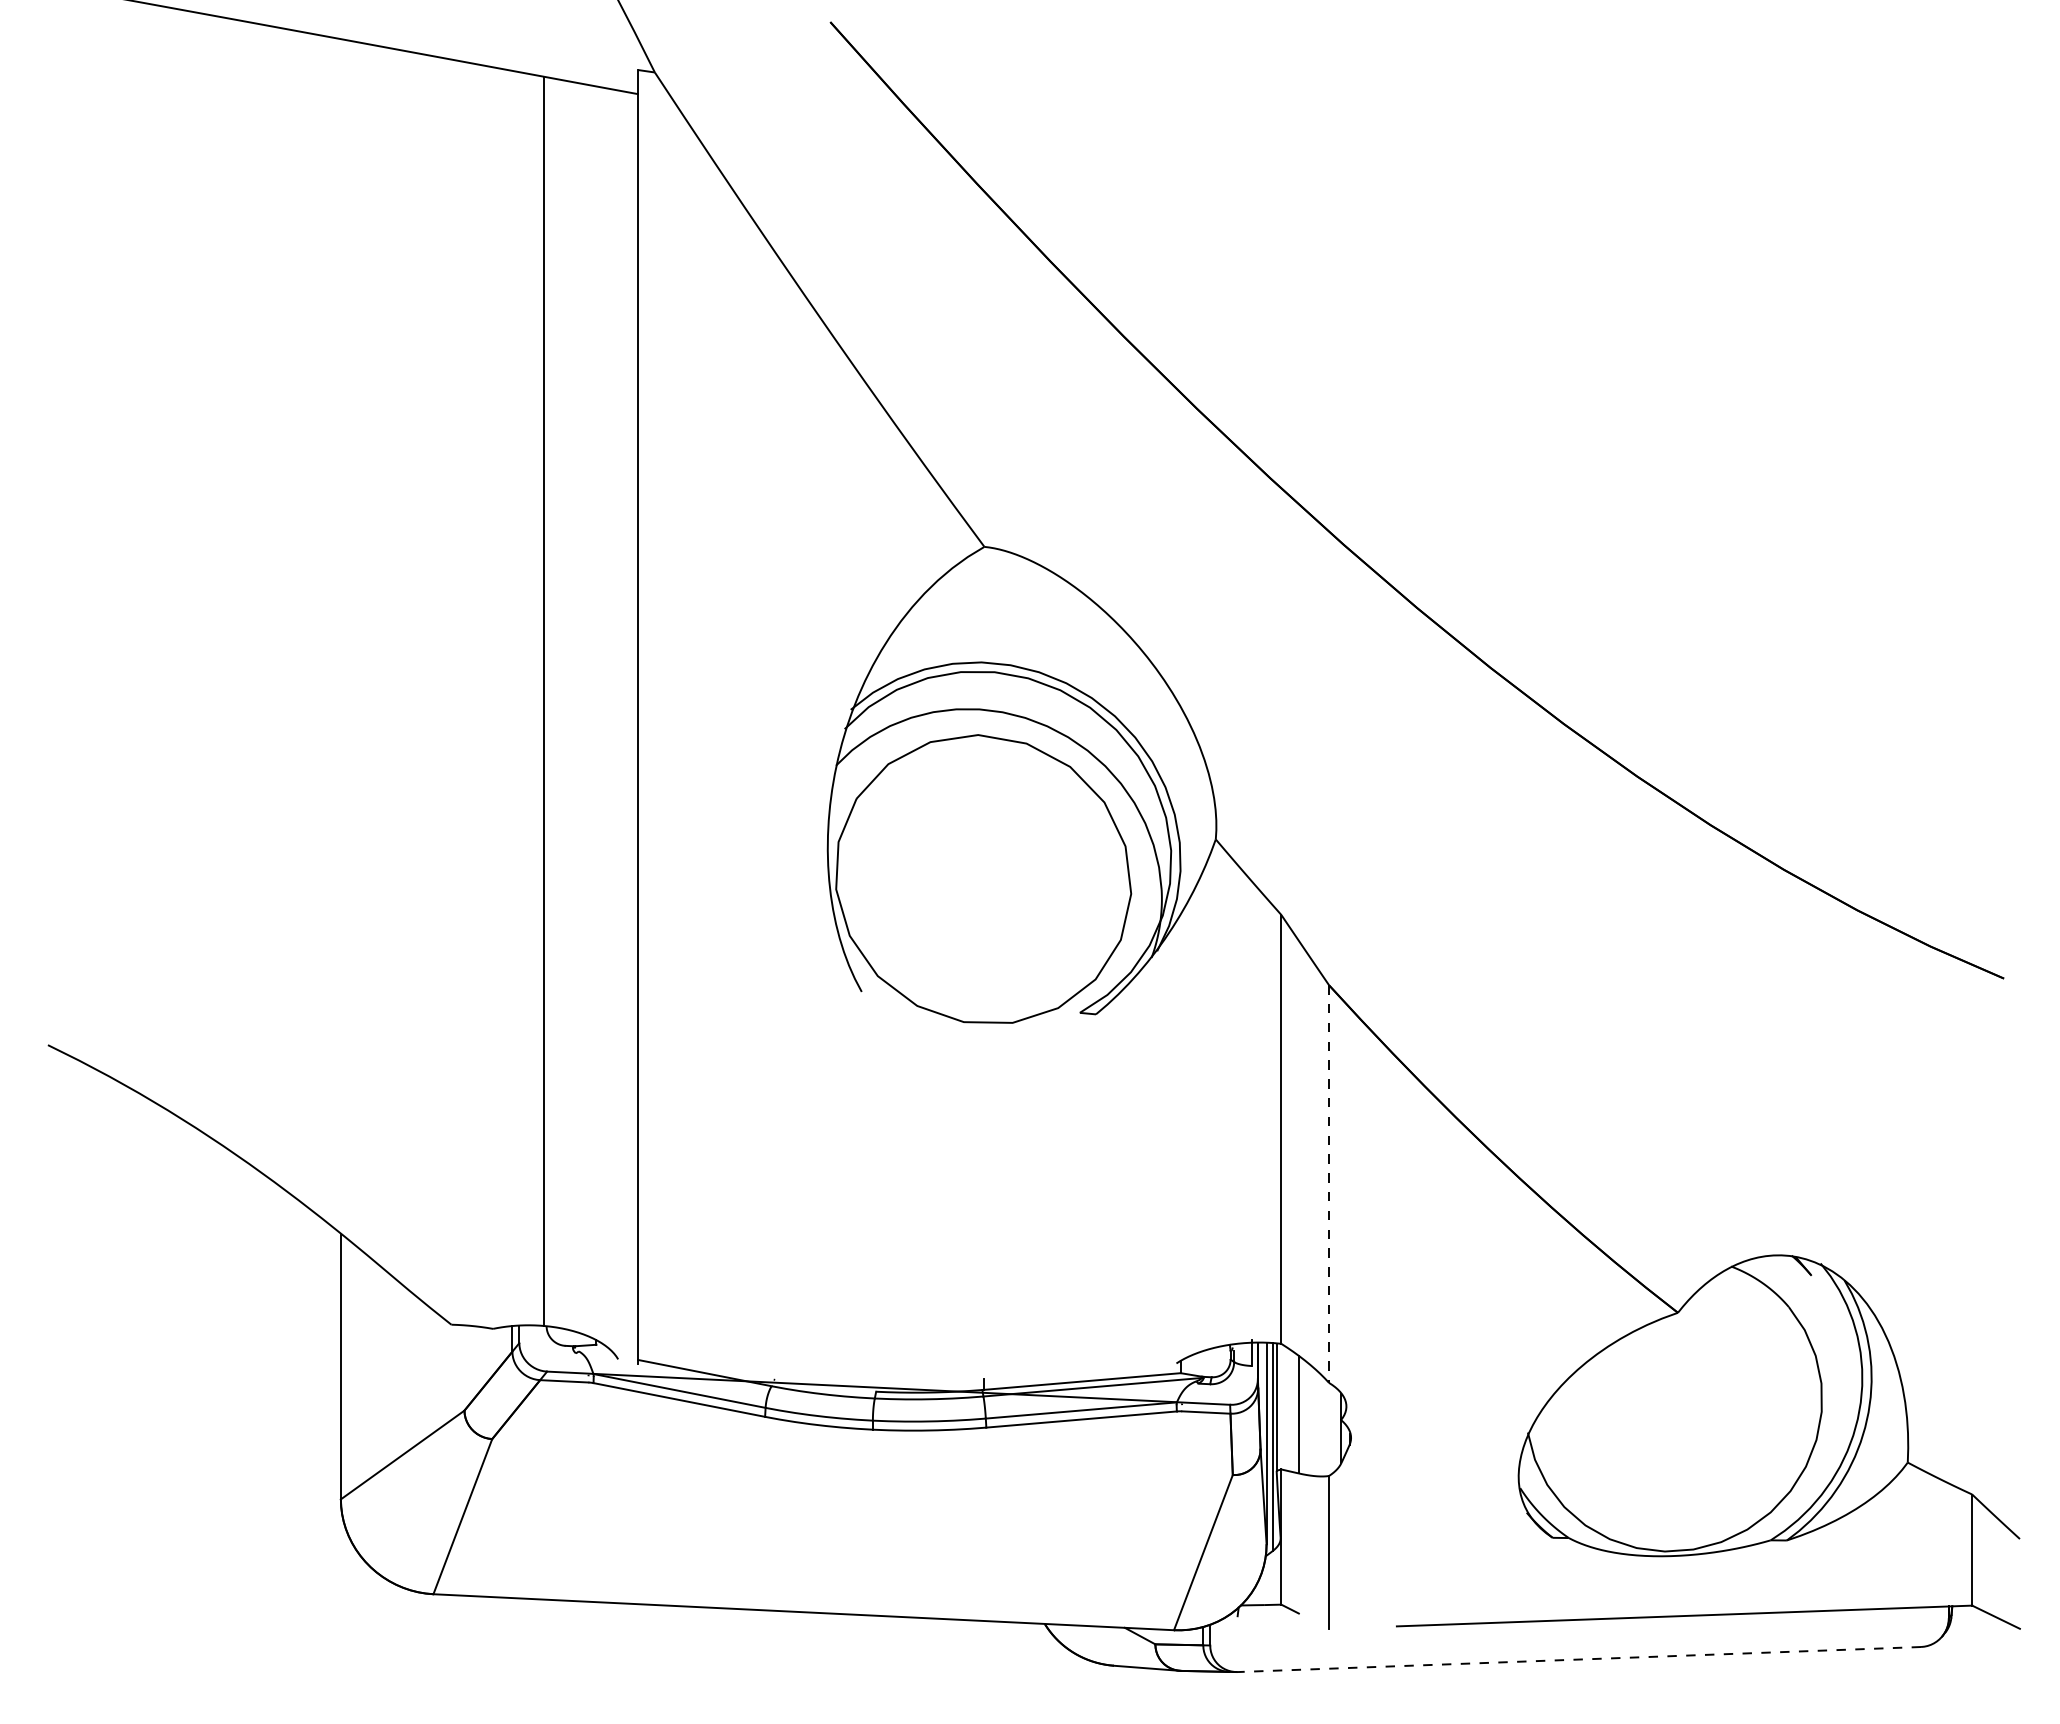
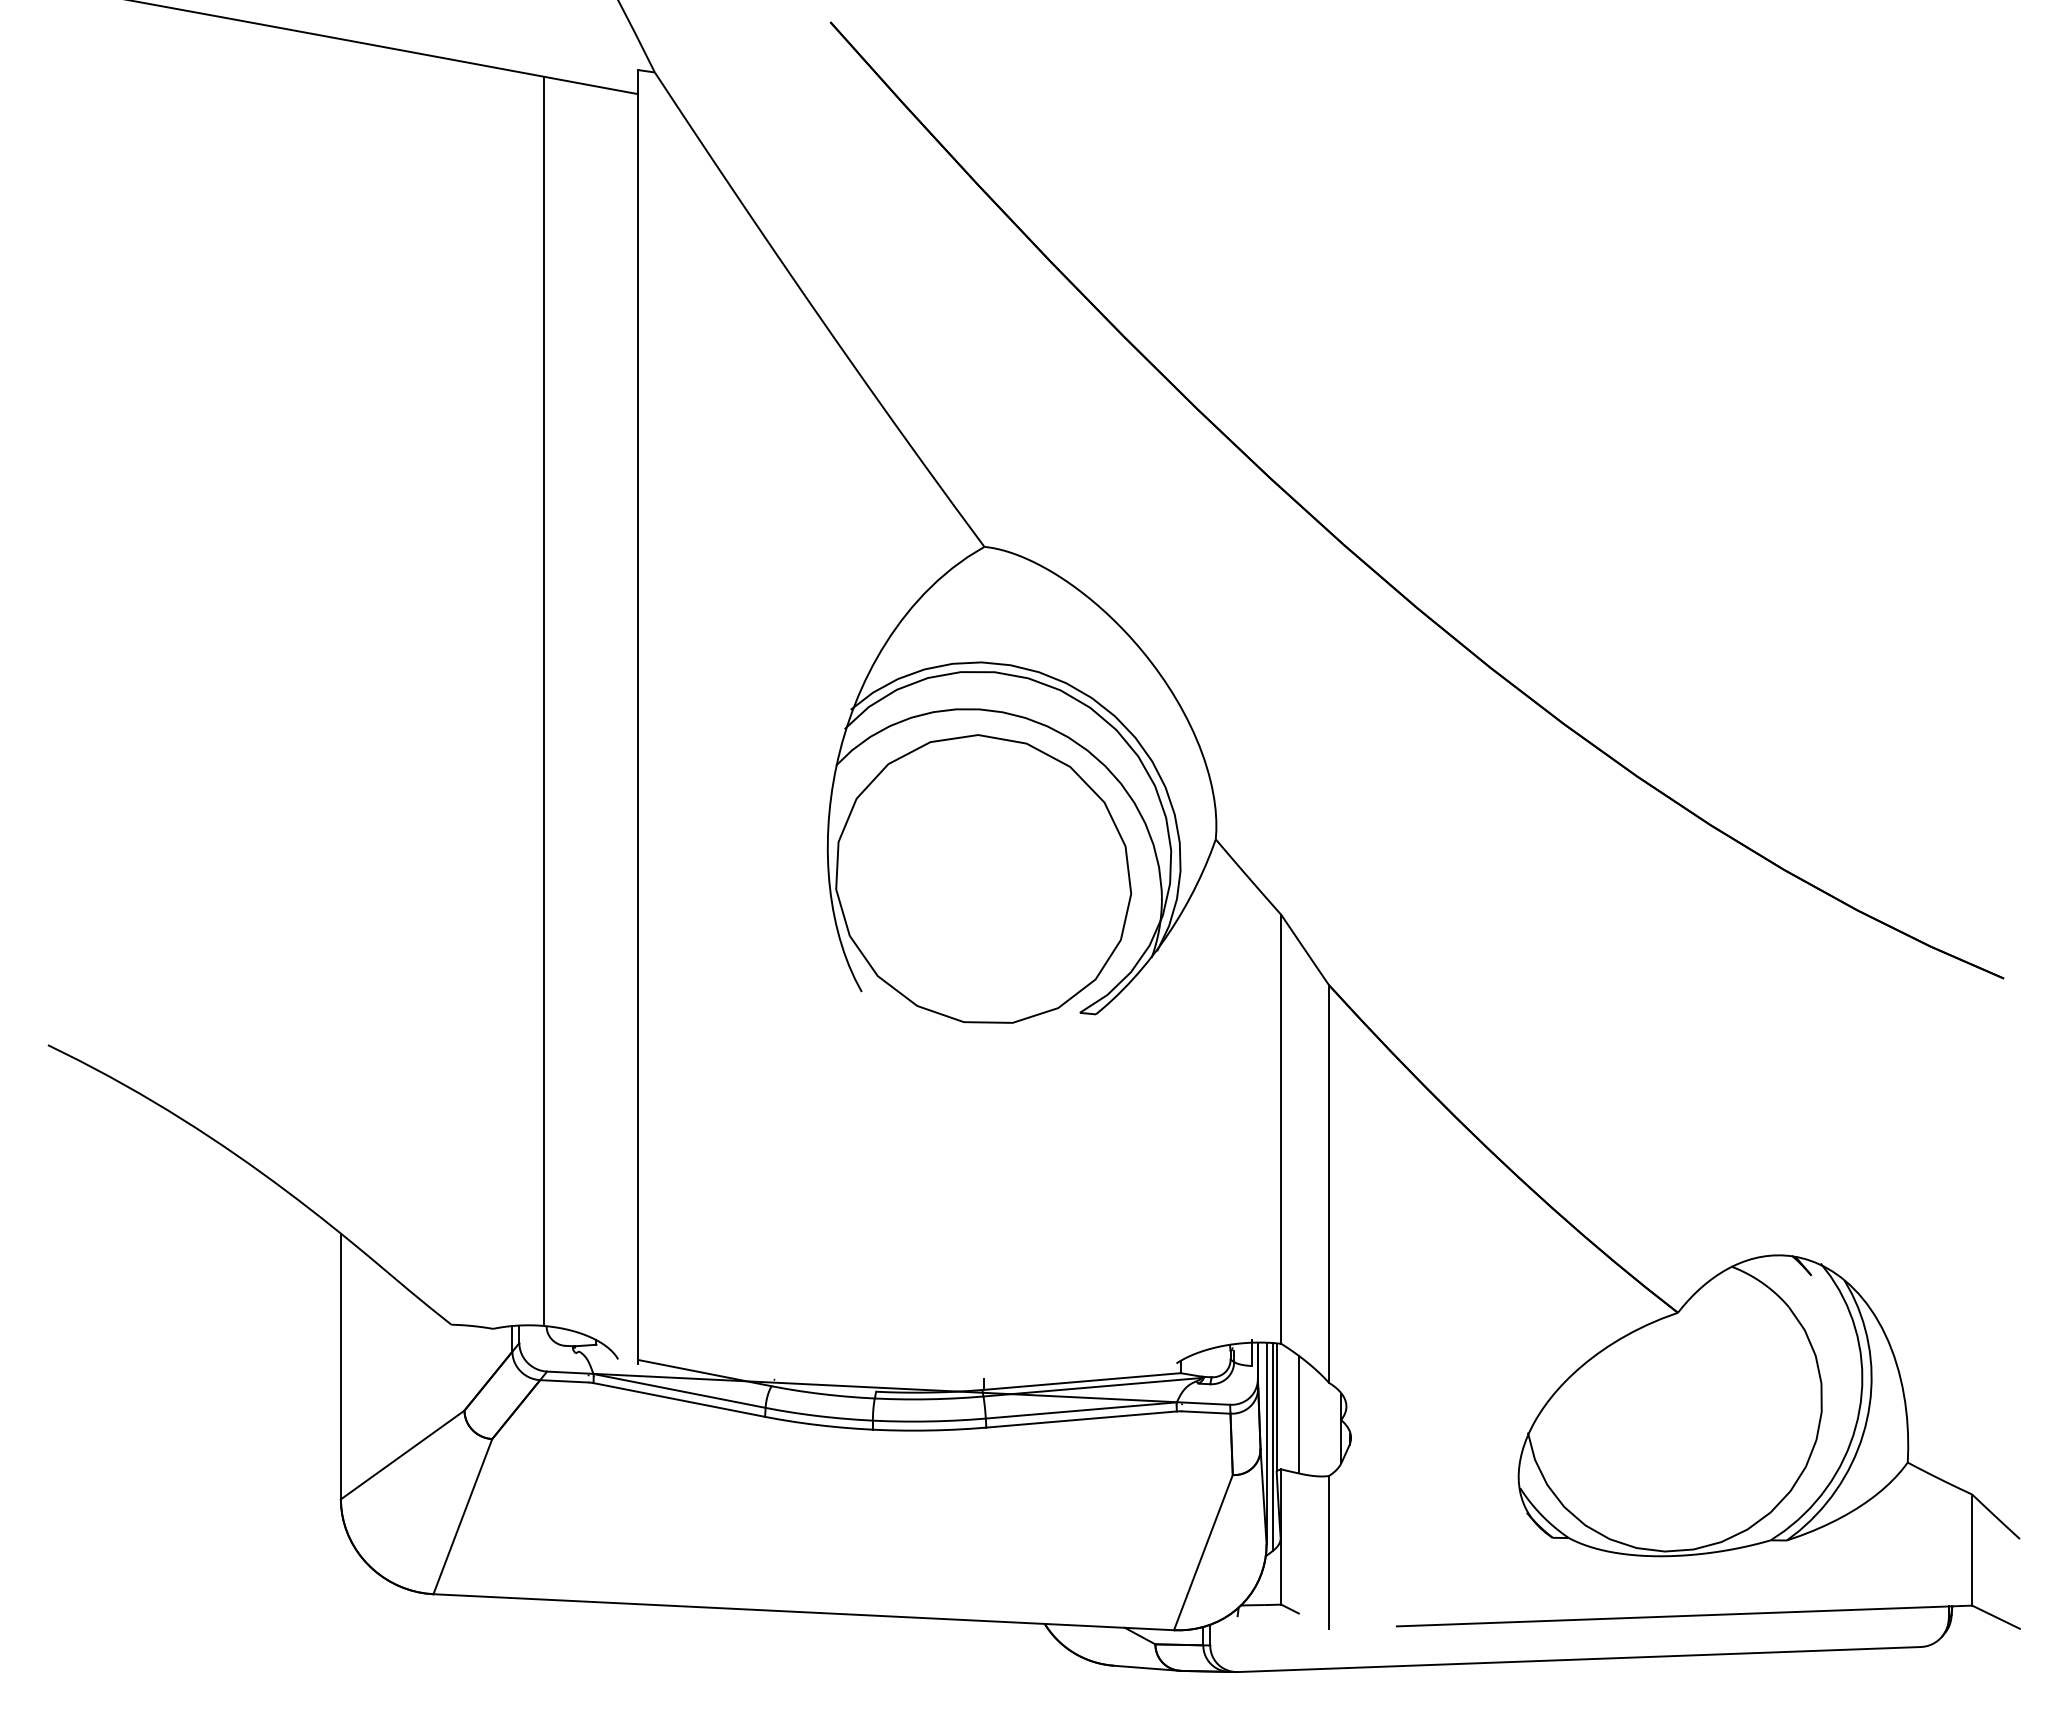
line at (1329, 1184): dashed -> solid
line at (1579, 1659): dashed -> solid
